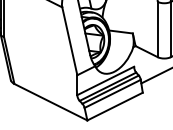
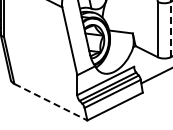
line at (170, 29): solid -> dashed
line at (50, 102): solid -> dashed
